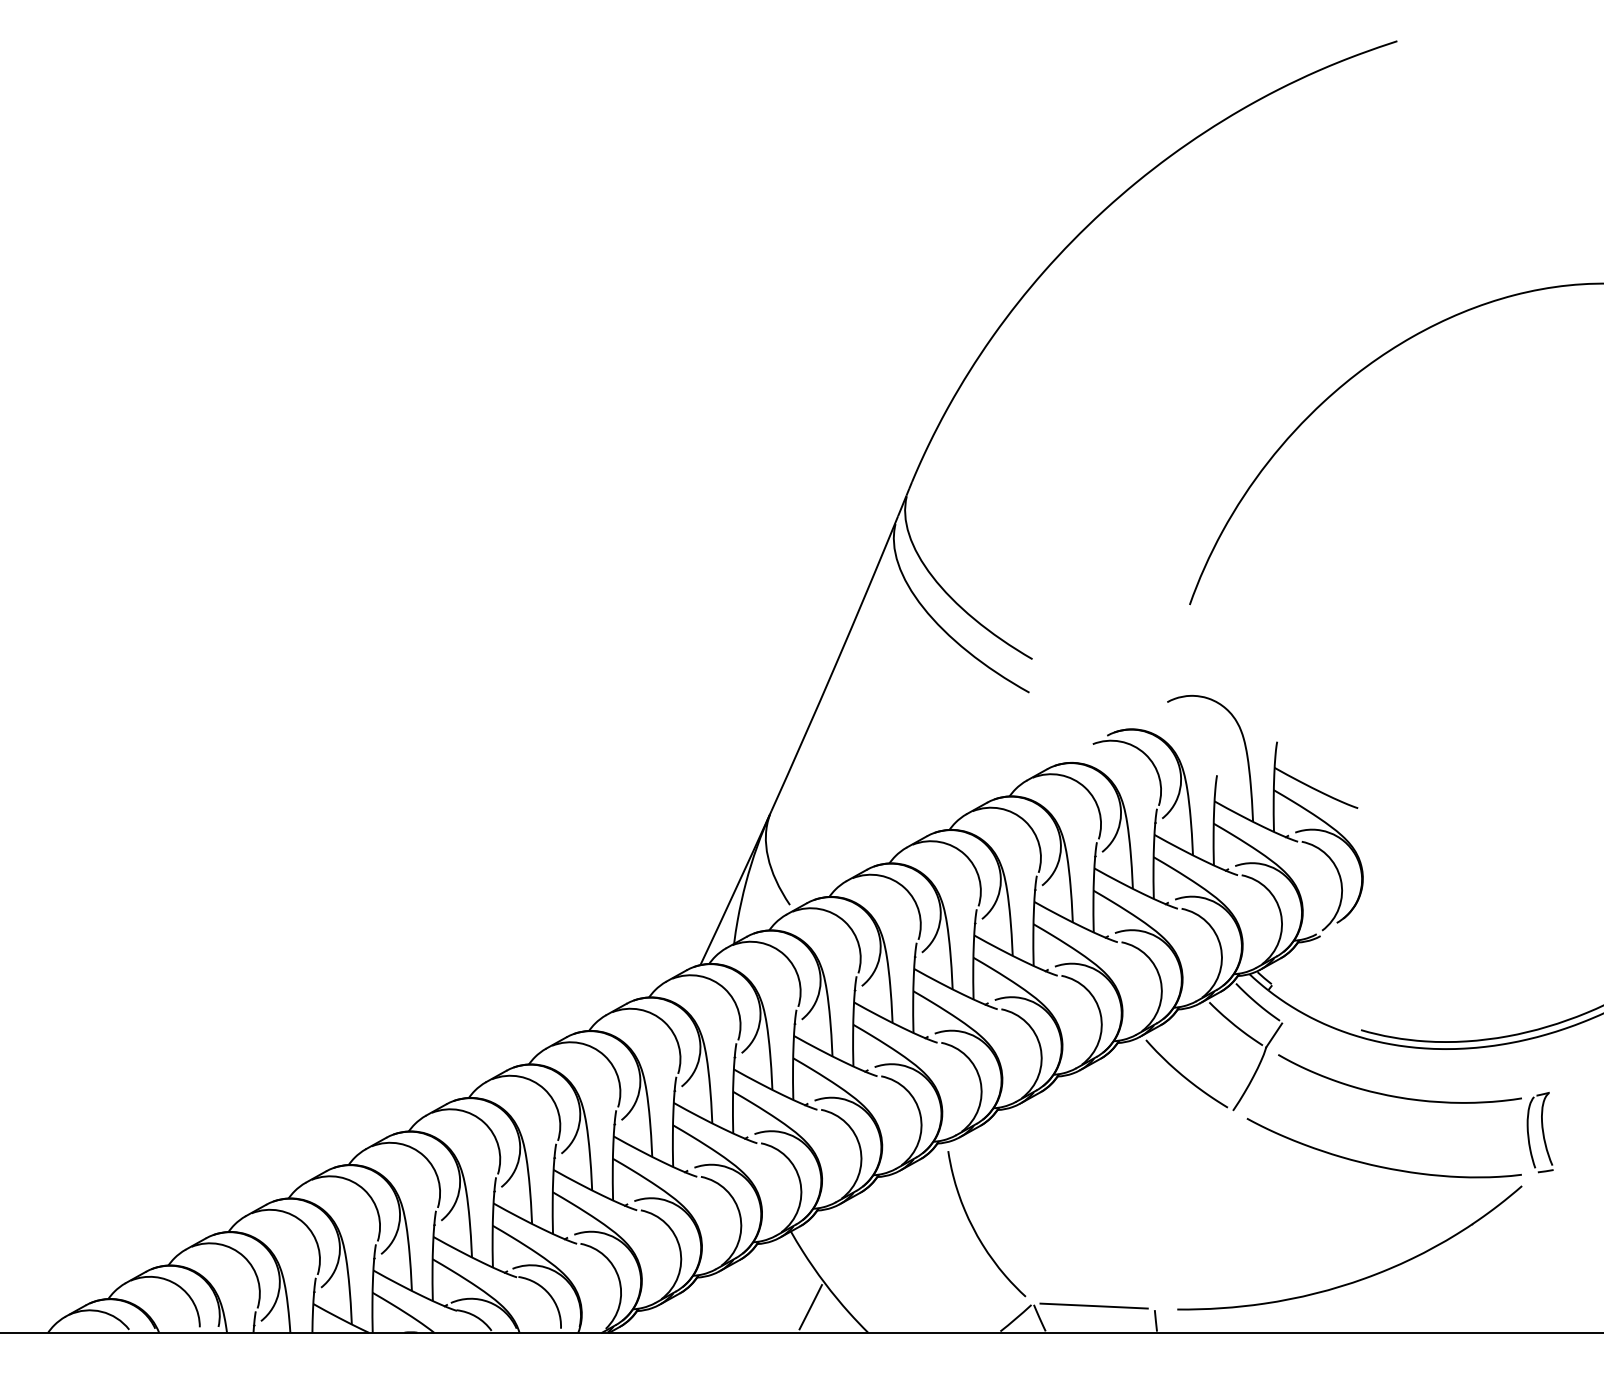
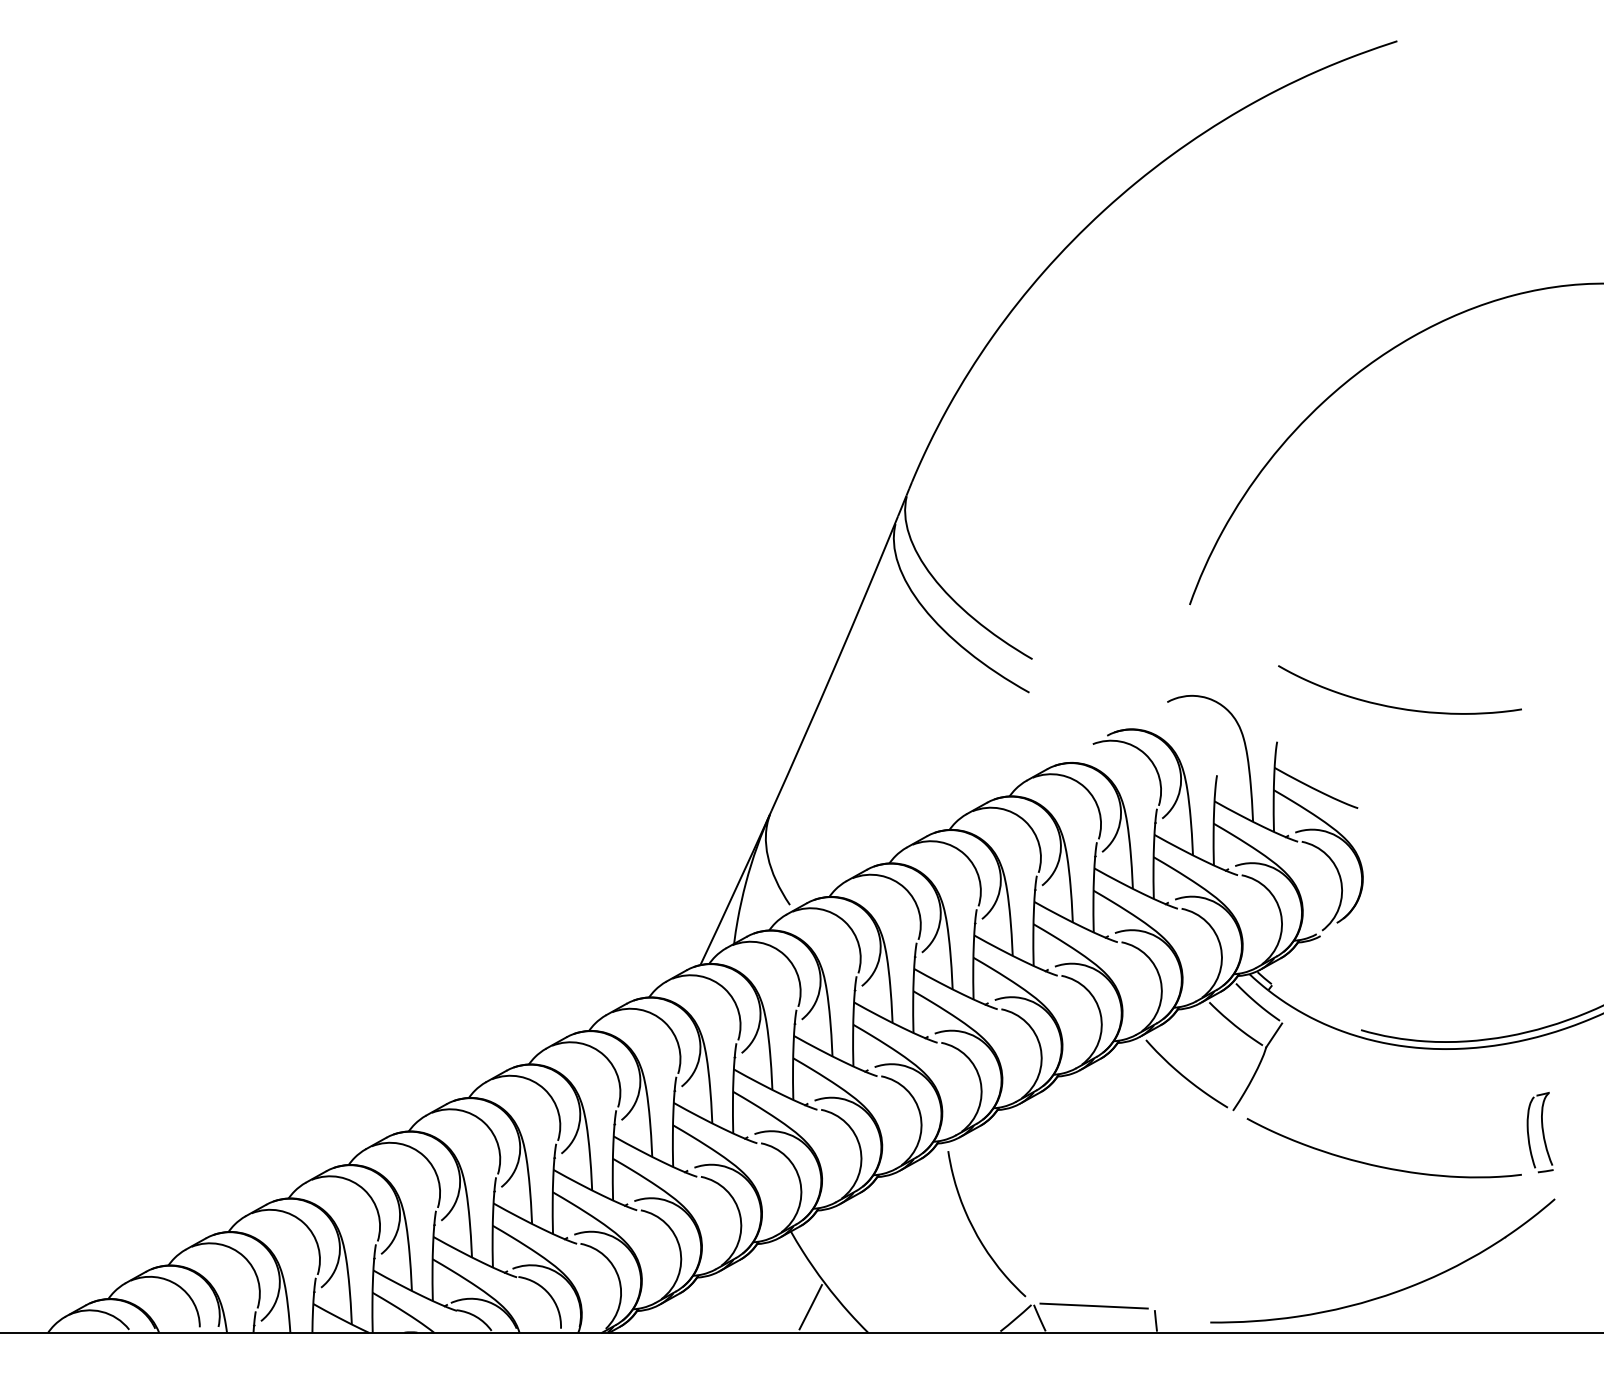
curve at (1395, 1095) position: (1395, 1095) -> (1395, 706)
part at (1361, 1278) position: (1361, 1278) -> (1394, 1291)
